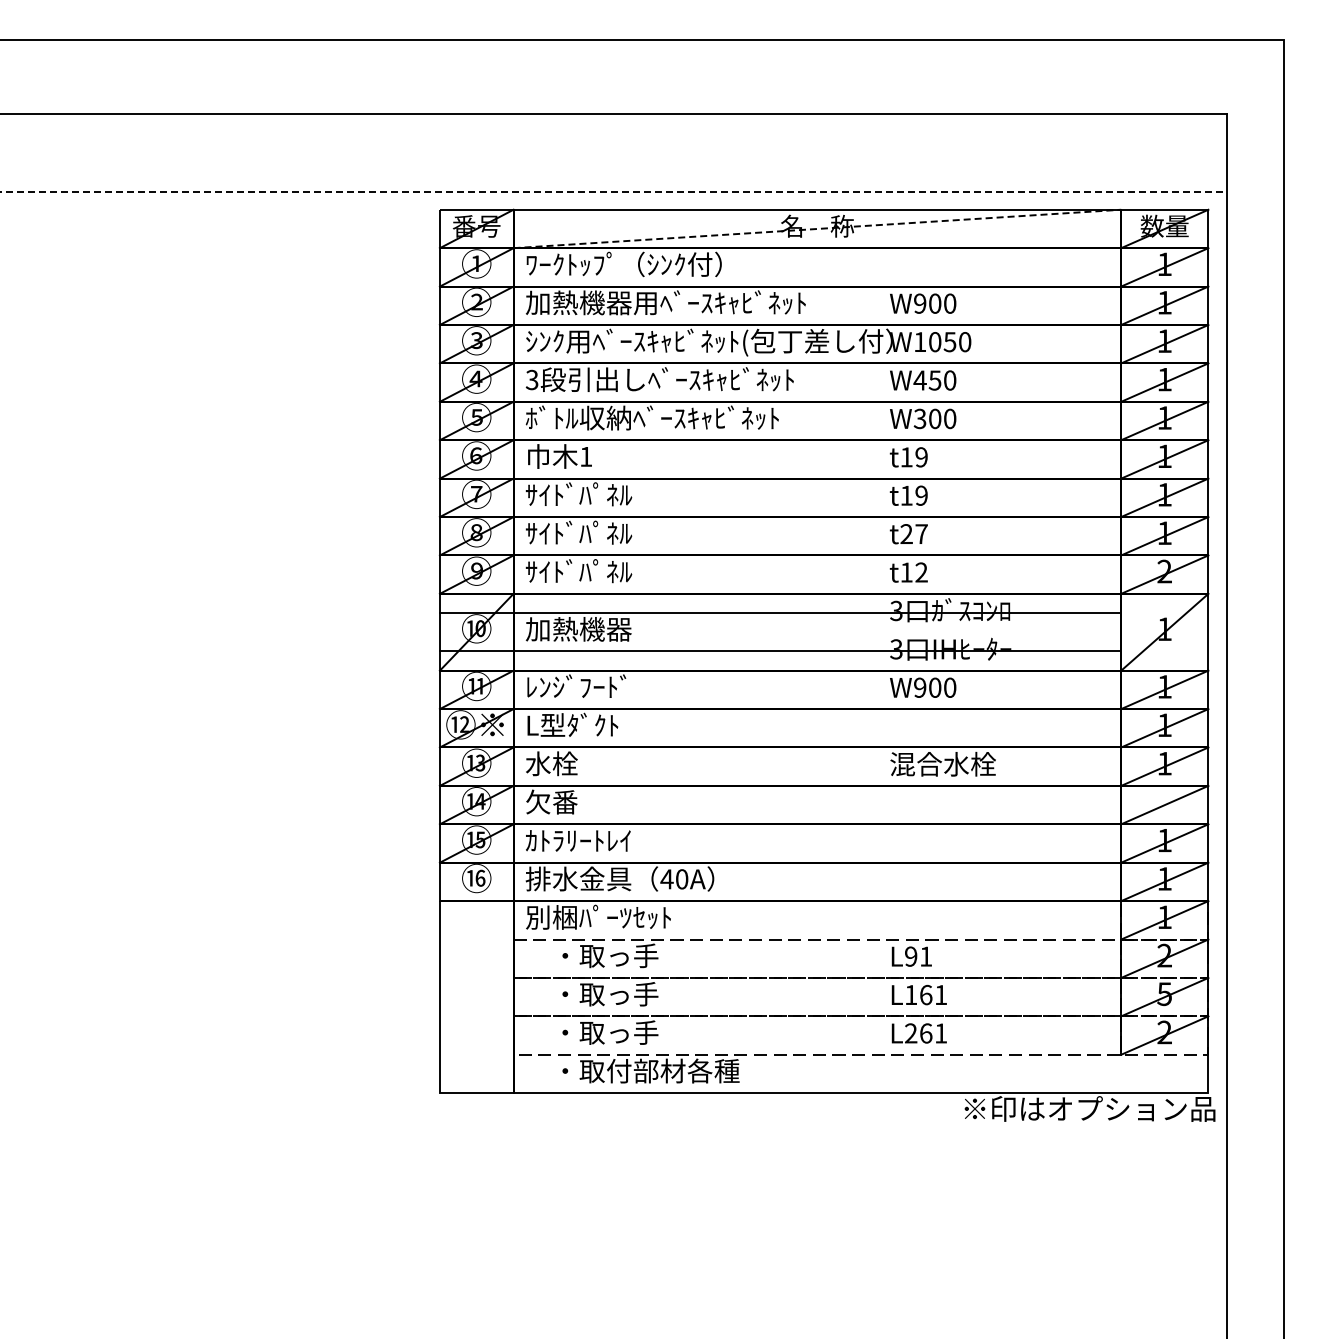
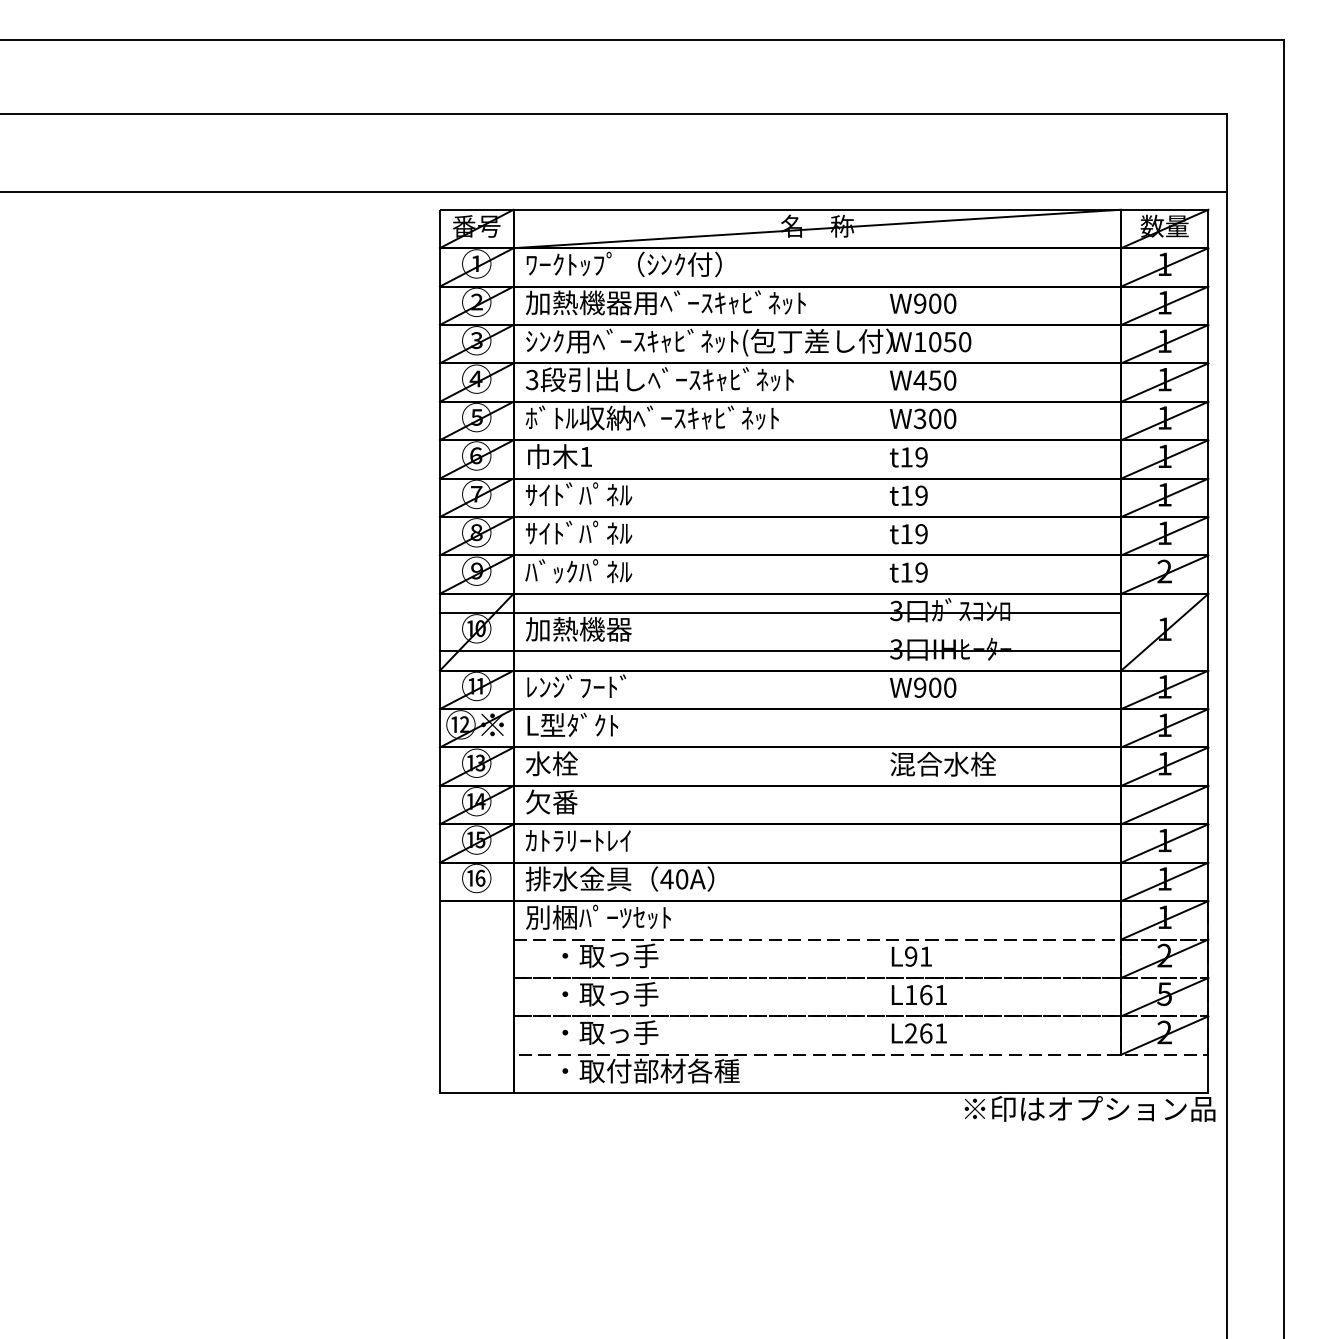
line at (614, 192): dashed -> solid
line at (817, 228): dashed -> solid
text at (913, 534): t27 -> t19
text at (551, 571): ｻｲﾄﾞﾊﾟﾈﾙ -> ﾊﾞｯｸﾊﾟﾈﾙ
text at (921, 572): t12 -> t19
